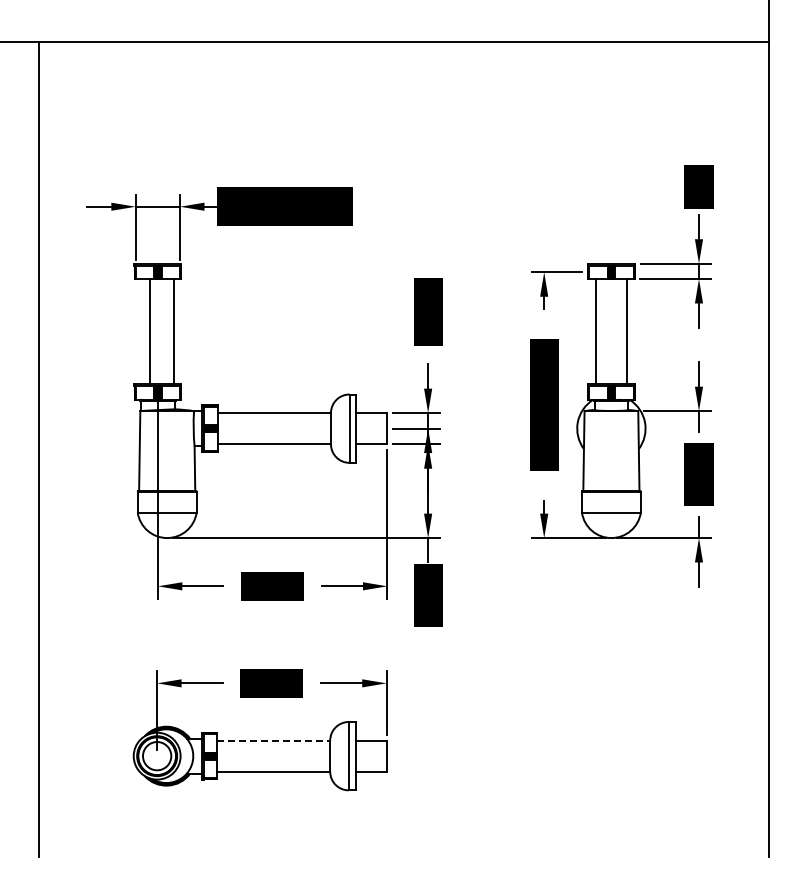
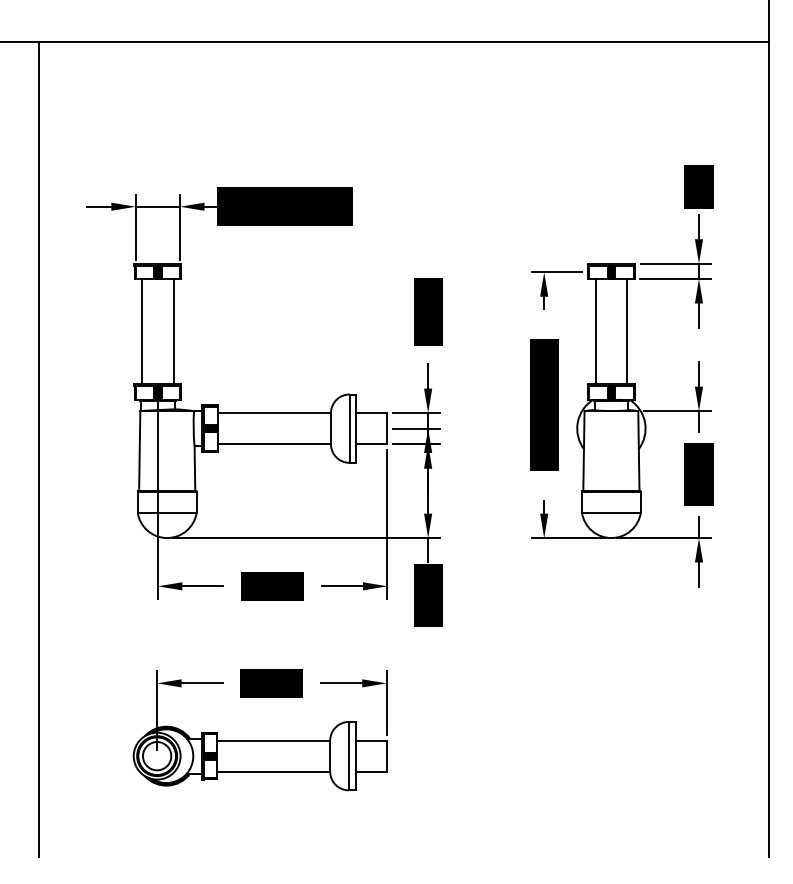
line at (150, 331) position: (150, 331) -> (142, 331)
line at (273, 740): dashed -> solid
